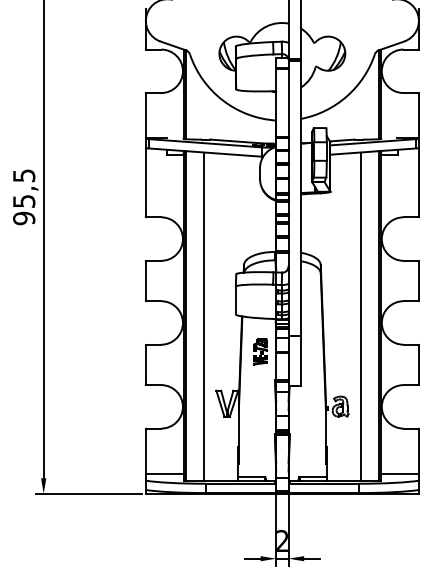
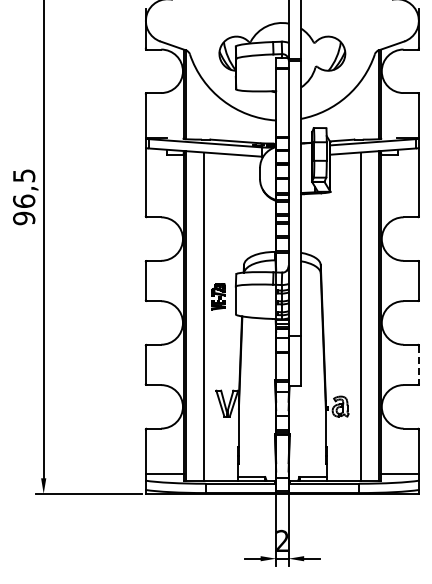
text at (24, 200): 95,5 -> 96,5
part at (260, 351) position: (260, 351) -> (218, 296)
line at (419, 364): solid -> dashed
